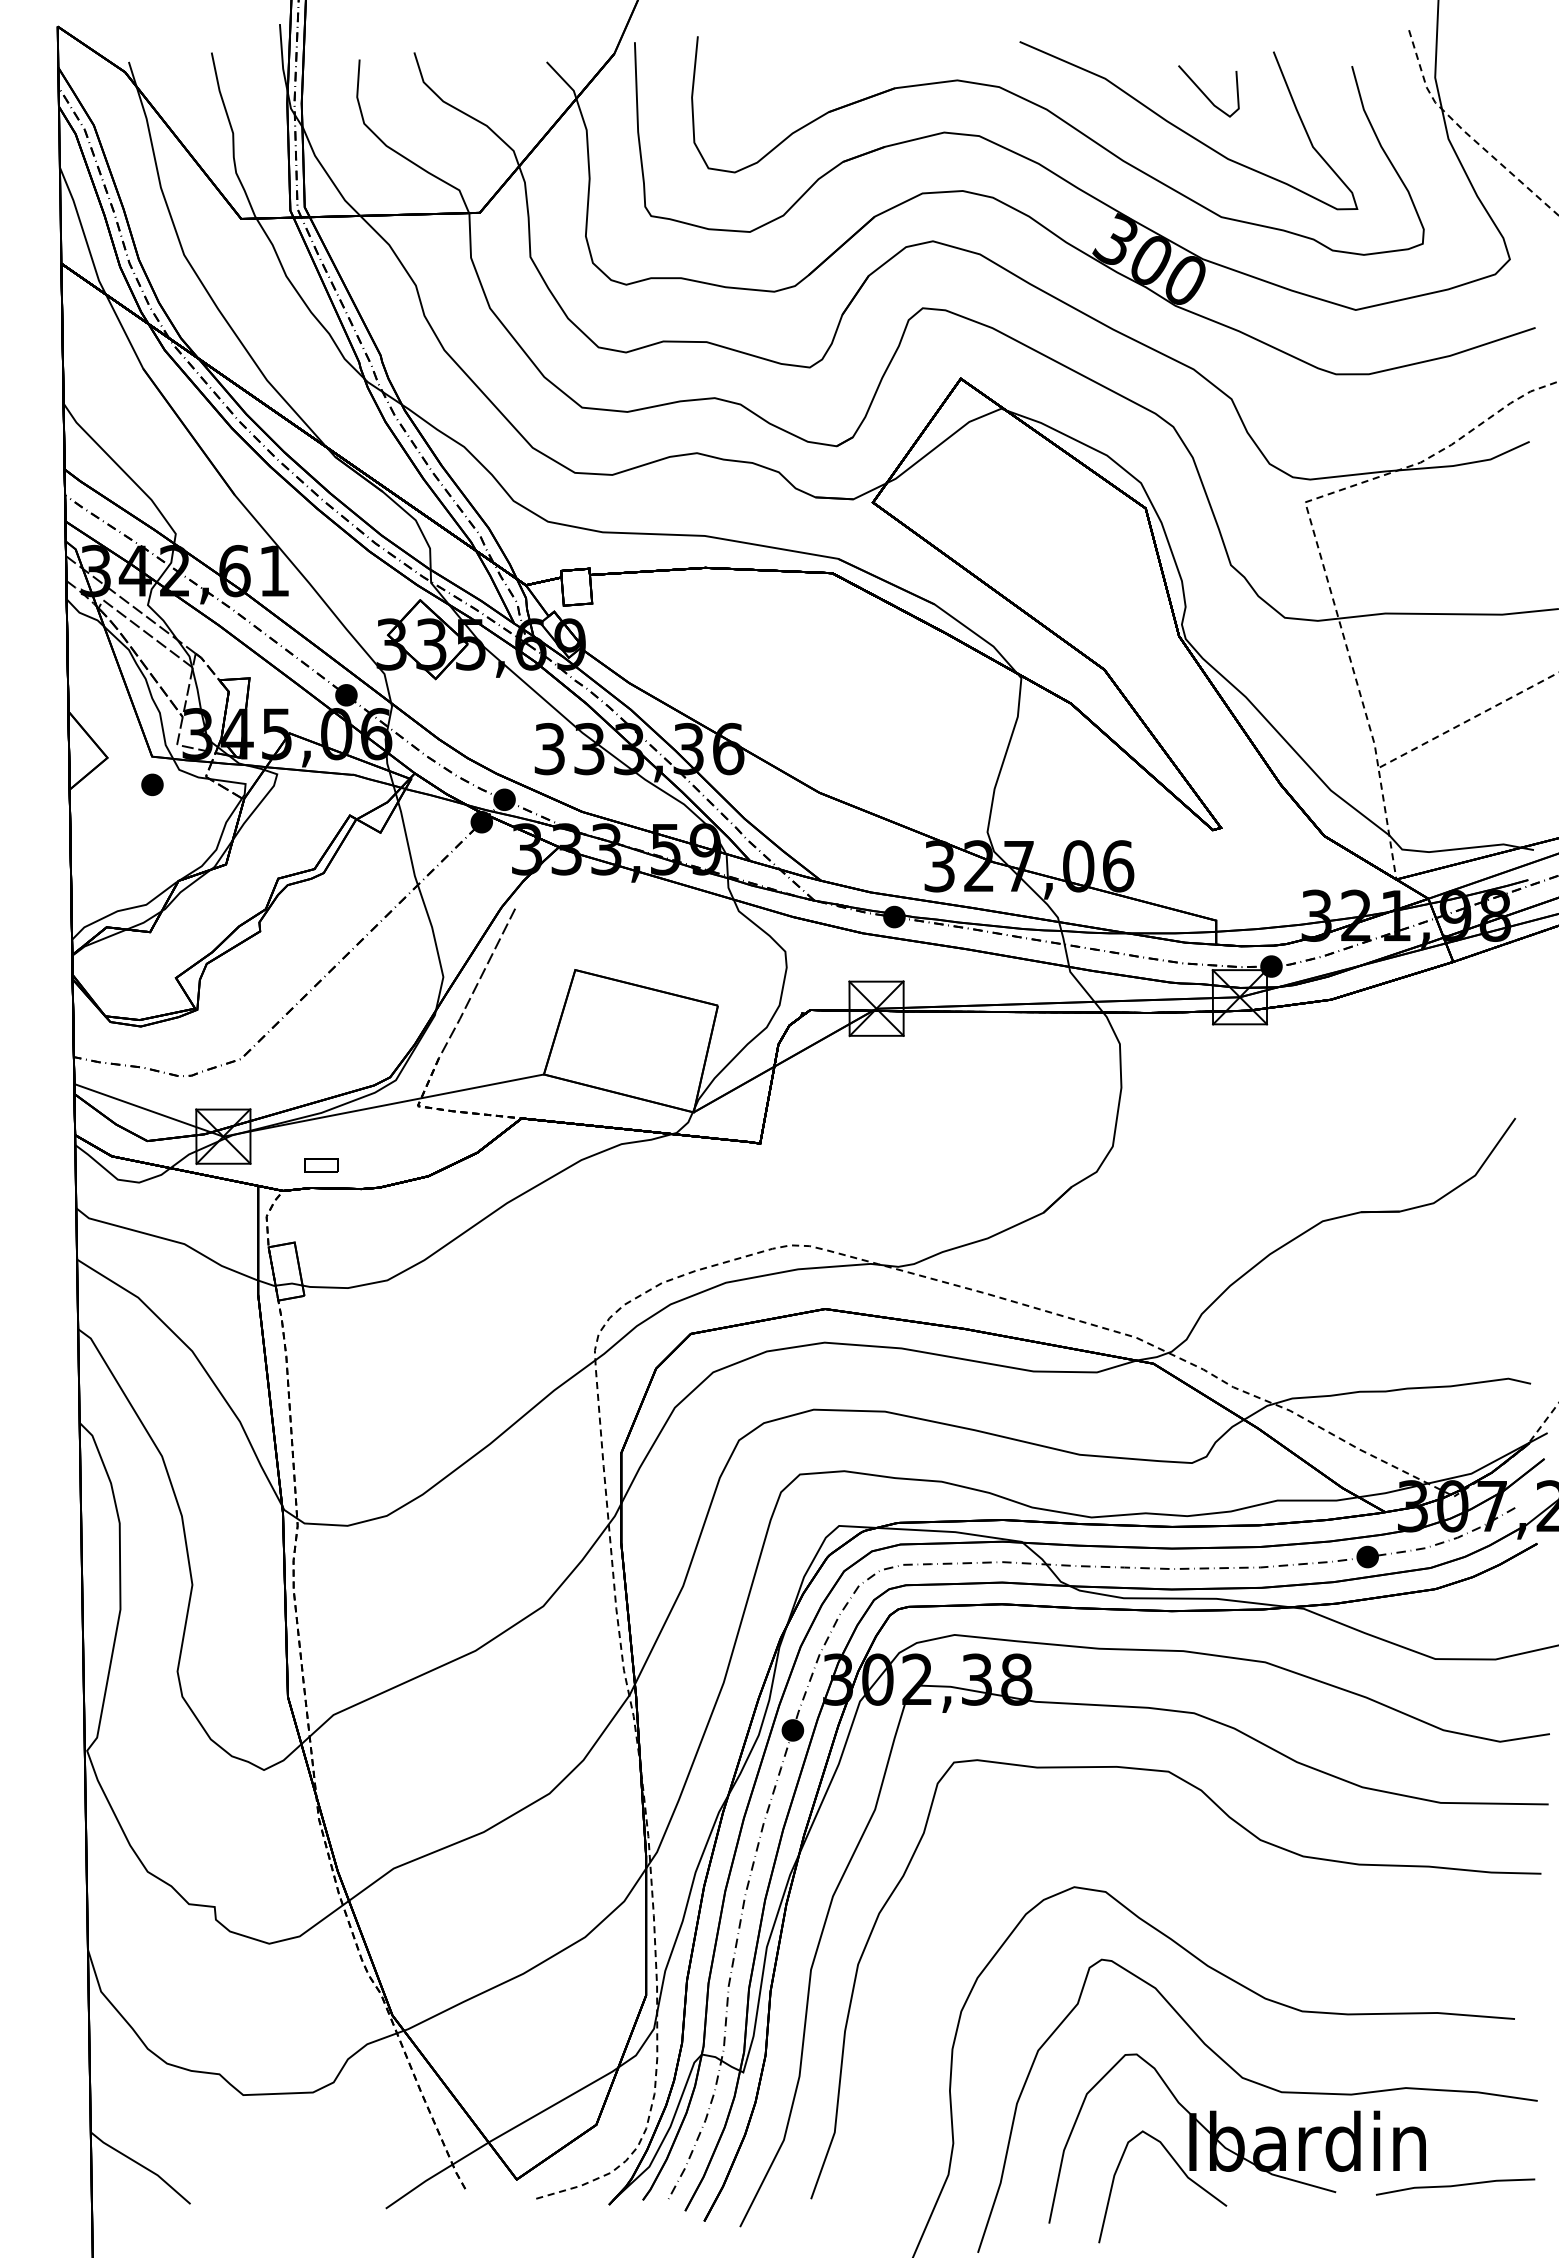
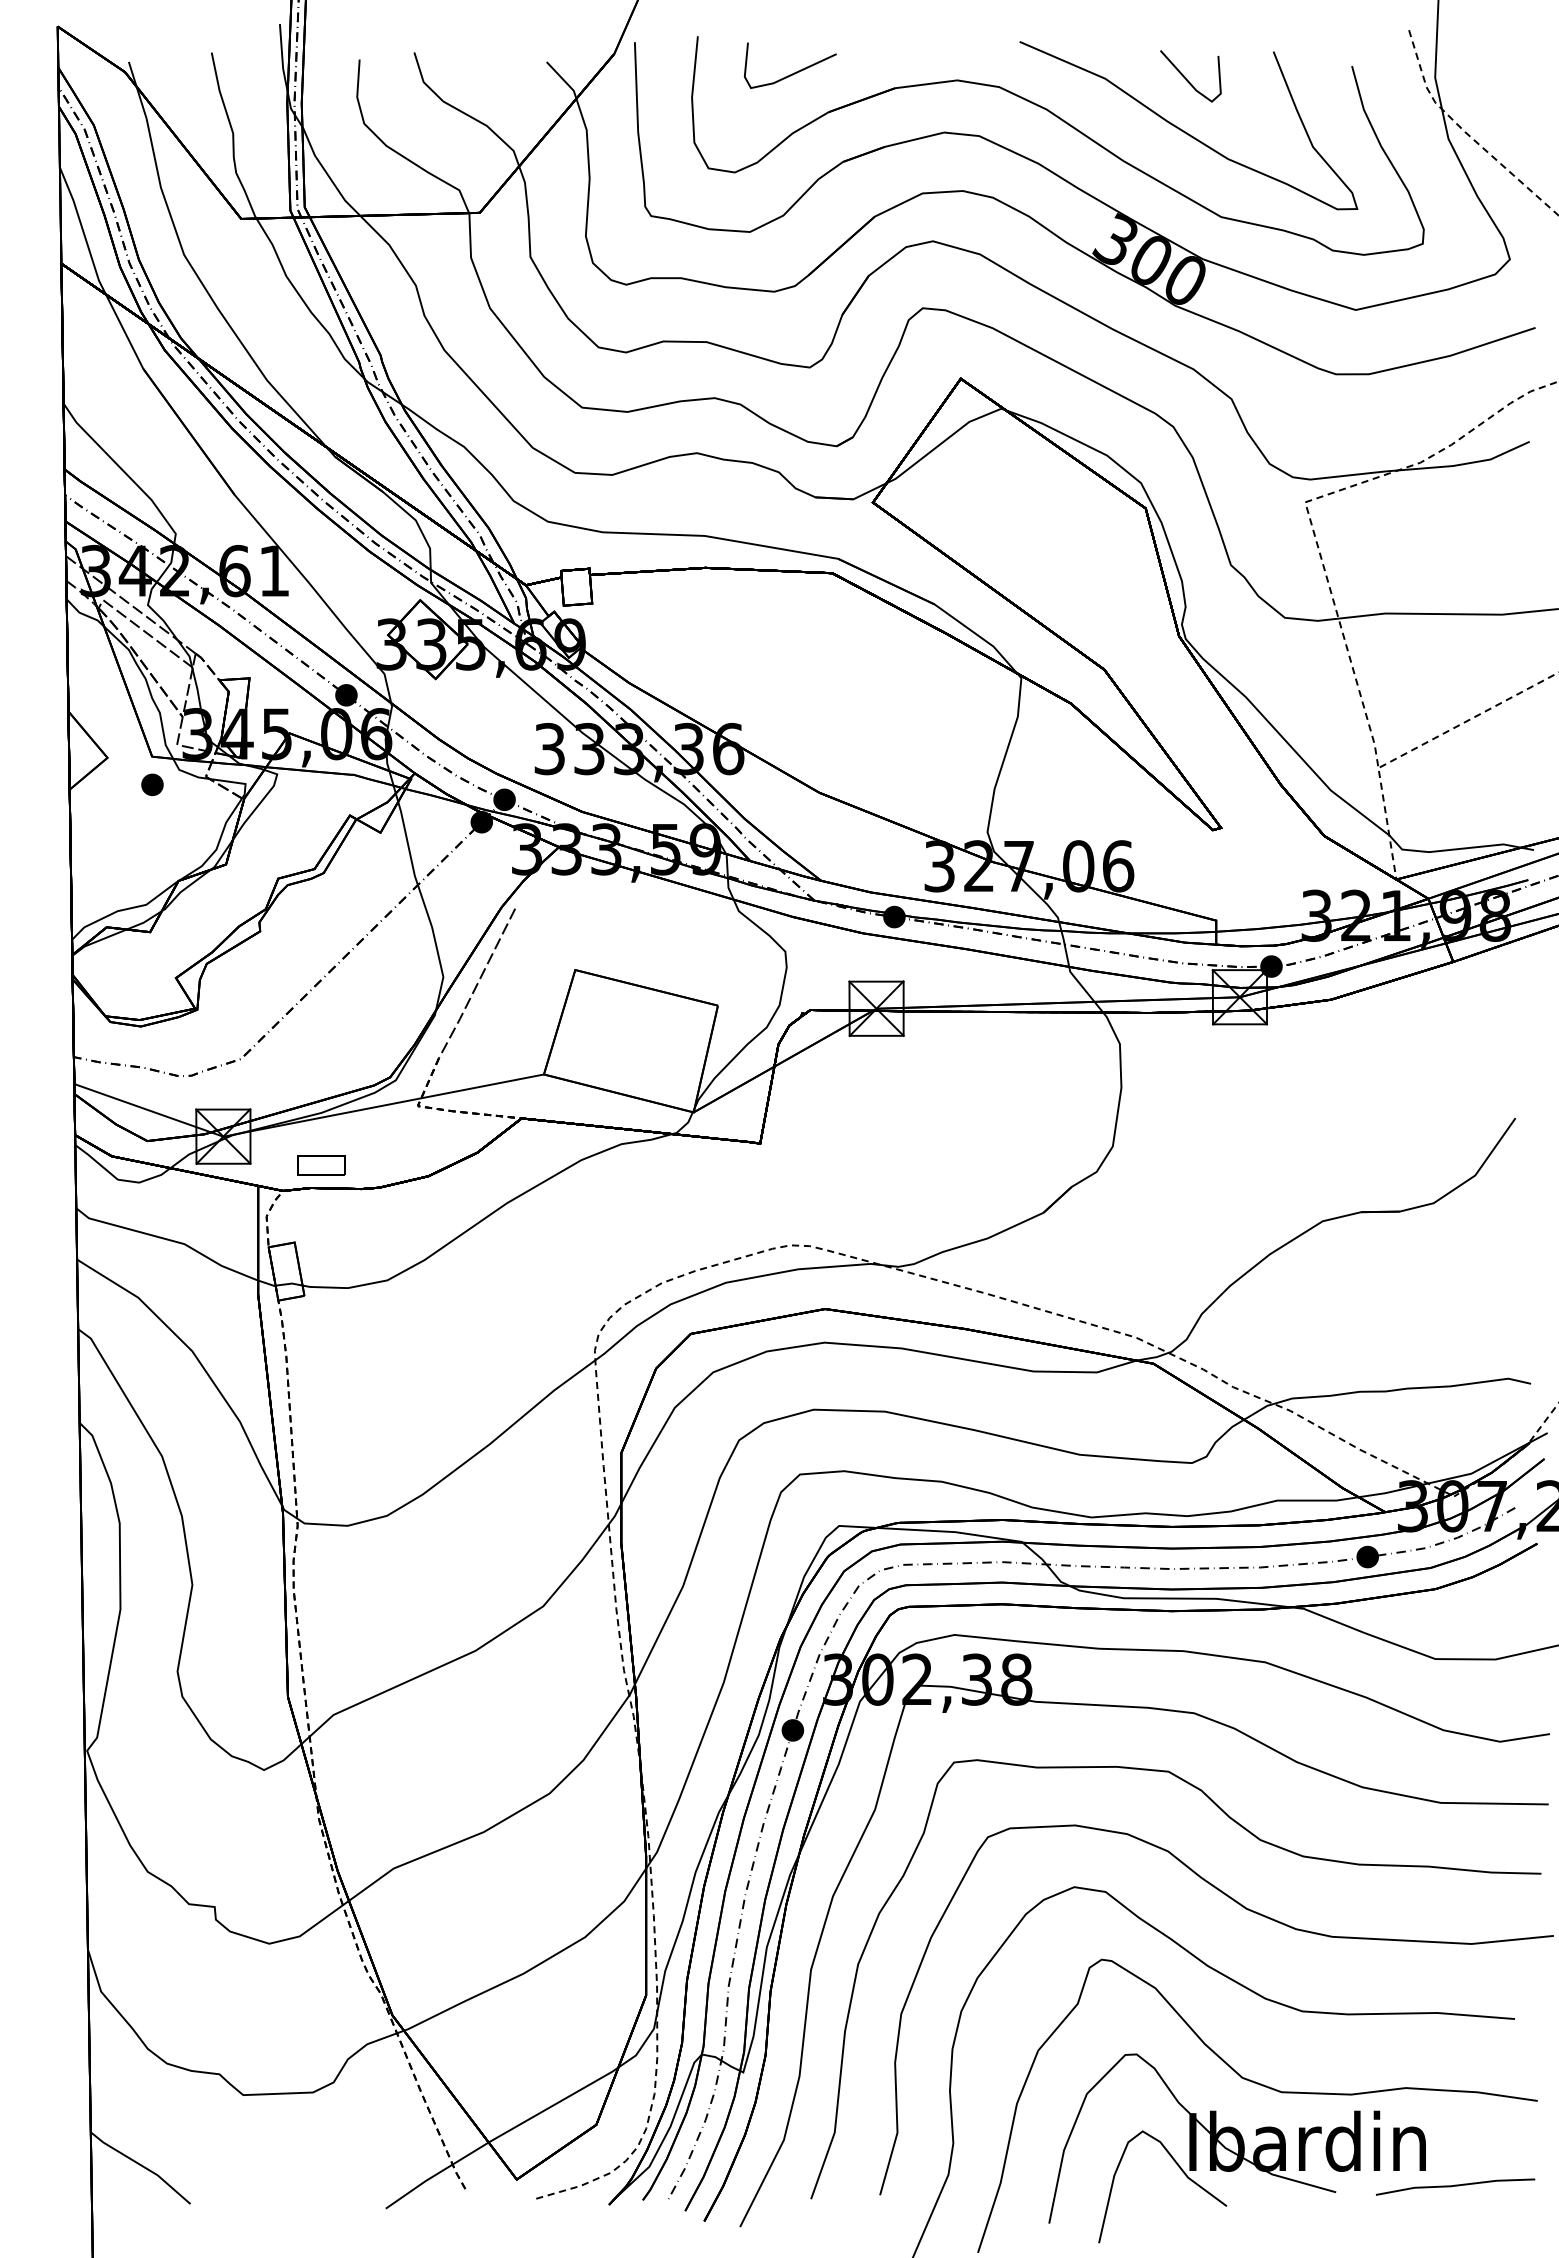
line at (792, 73): none -> present
line at (1205, 94) position: (1205, 94) -> (1187, 79)
part at (321, 1165) size: 35x15 px -> 49x21 px
curve at (1259, 1915): none -> present
